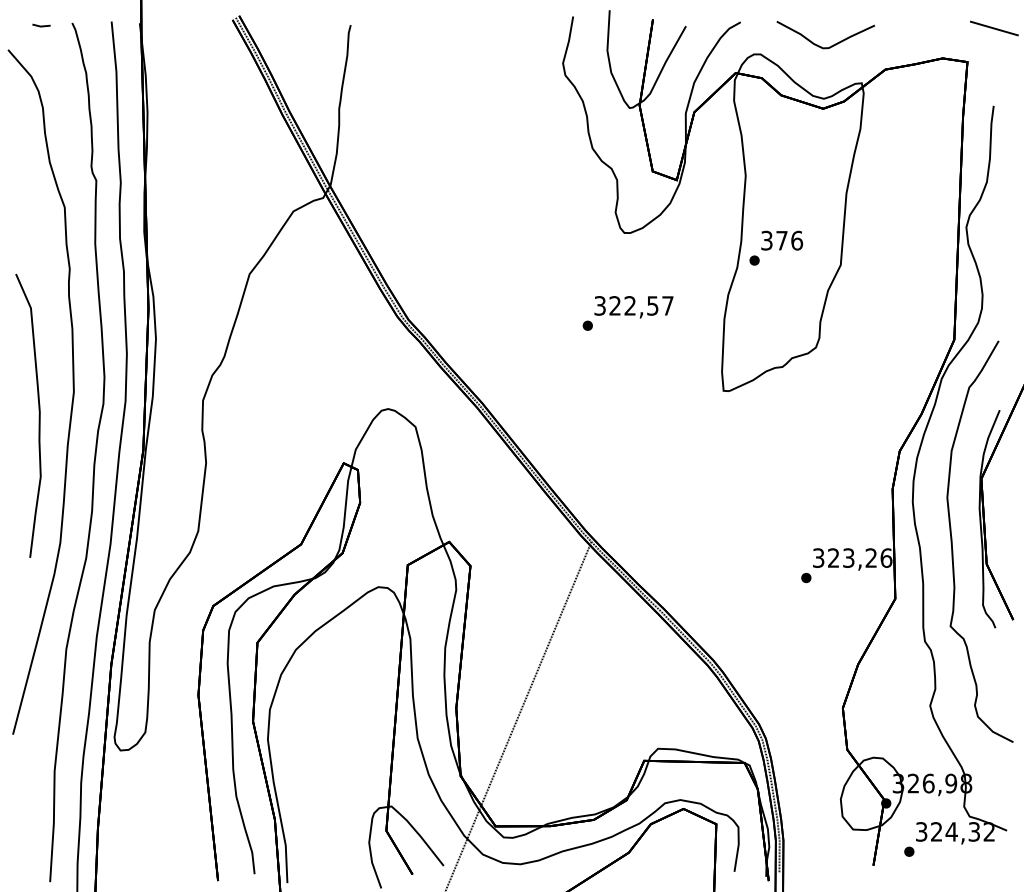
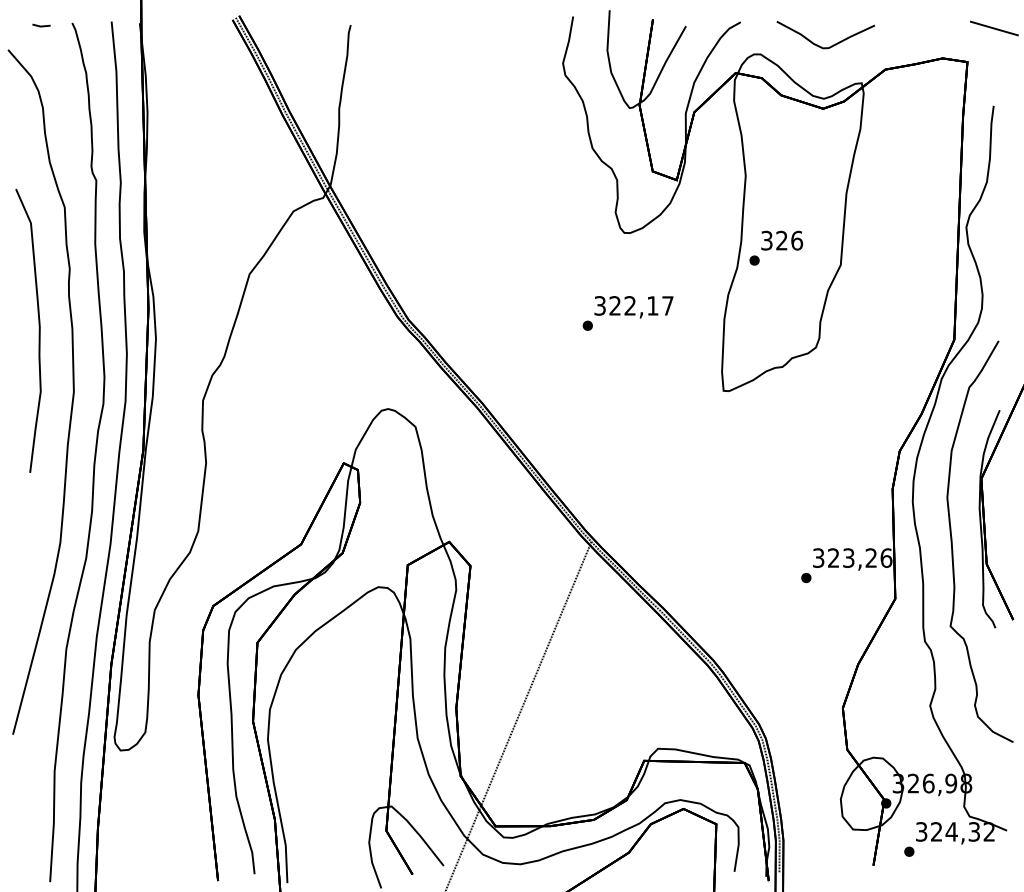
text at (781, 240): 376 -> 326
text at (652, 305): 322,57 -> 322,17
part at (38, 415) position: (38, 415) -> (38, 330)
